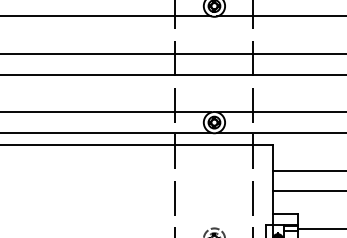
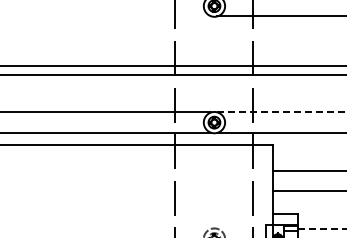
line at (106, 16): present -> none
line at (172, 54) position: (172, 54) -> (172, 66)
line at (282, 112): solid -> dashed
line at (322, 228): solid -> dashed
